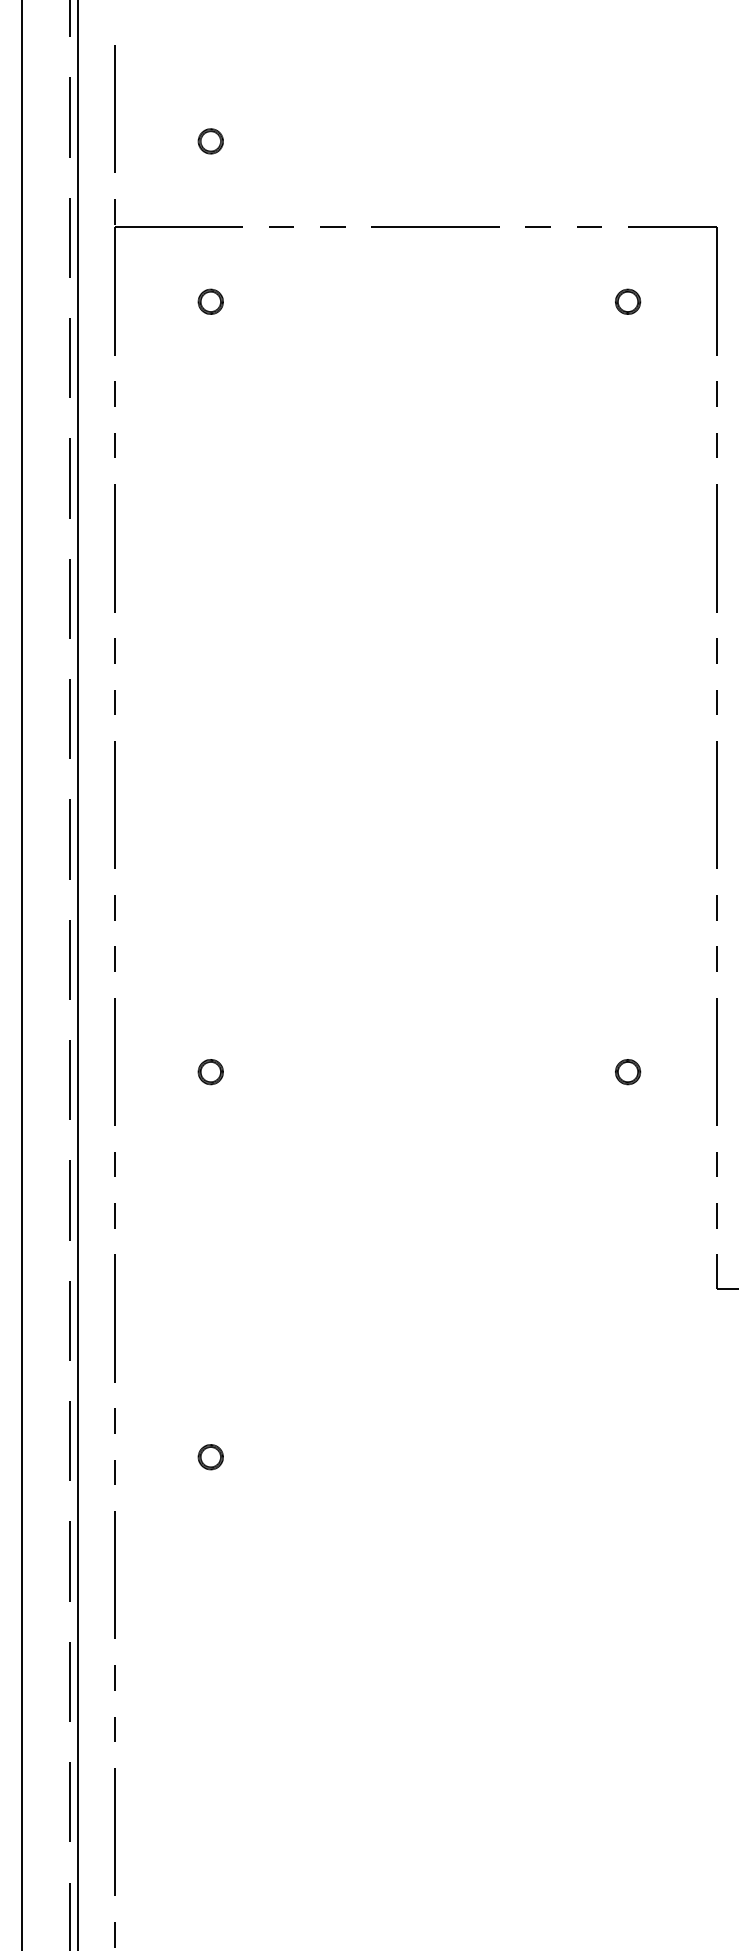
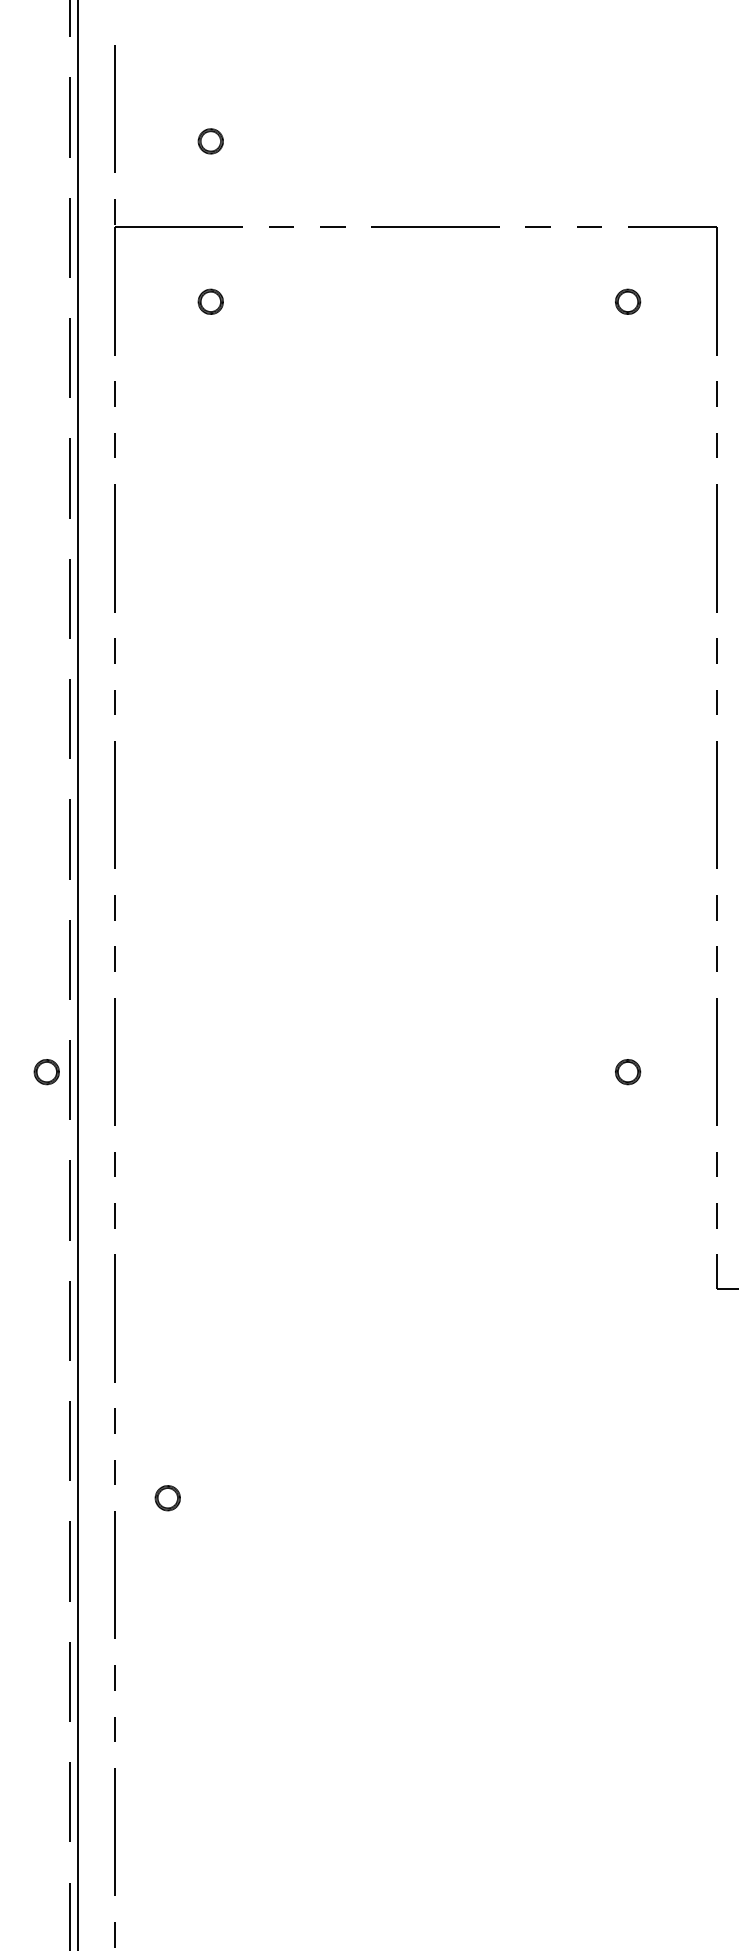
line at (22, 974): present -> none
part at (210, 1072) position: (210, 1072) -> (46, 1072)
part at (210, 1457) position: (210, 1457) -> (167, 1498)
